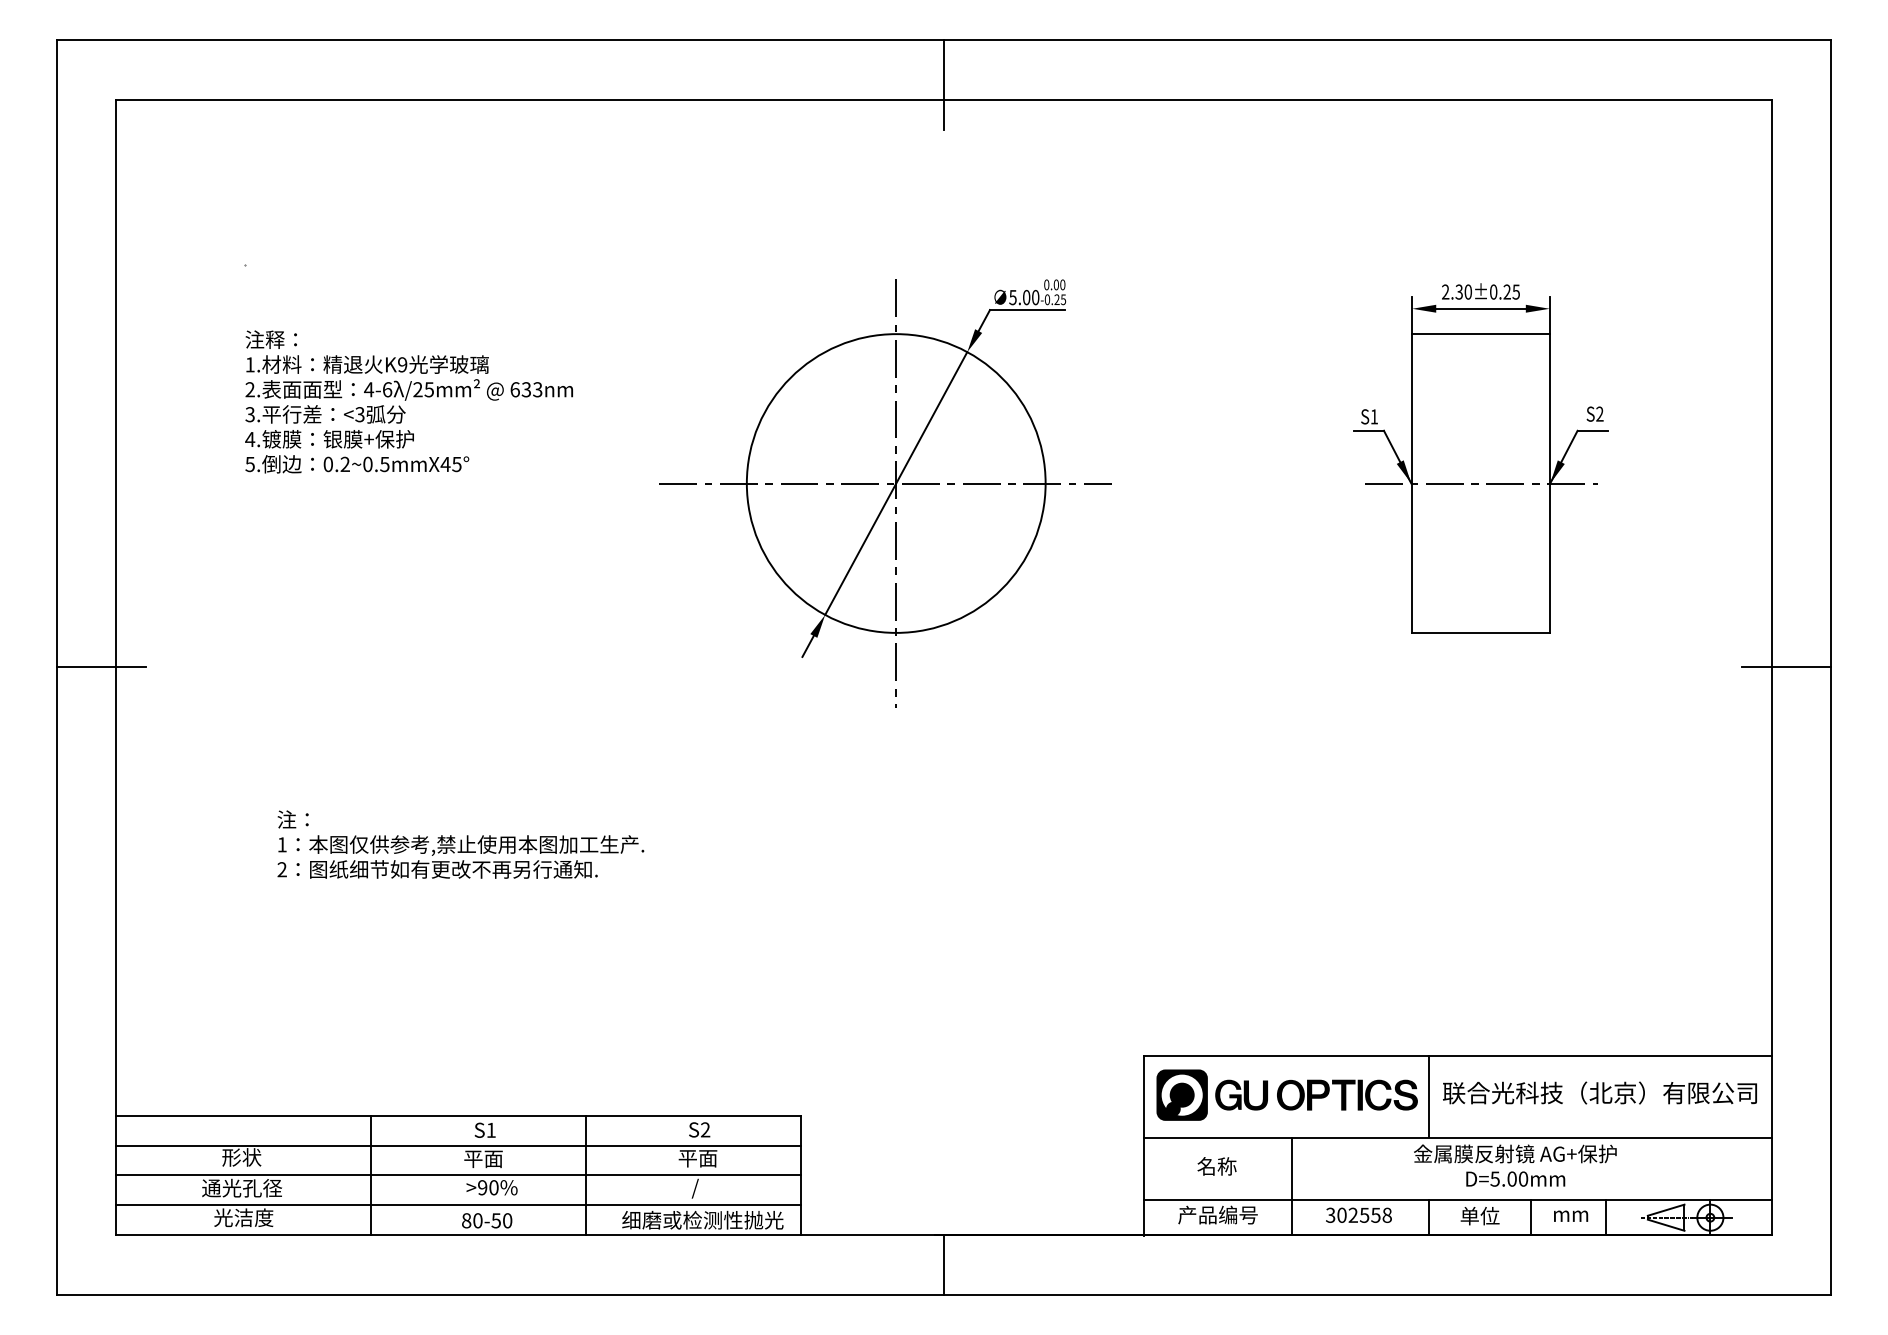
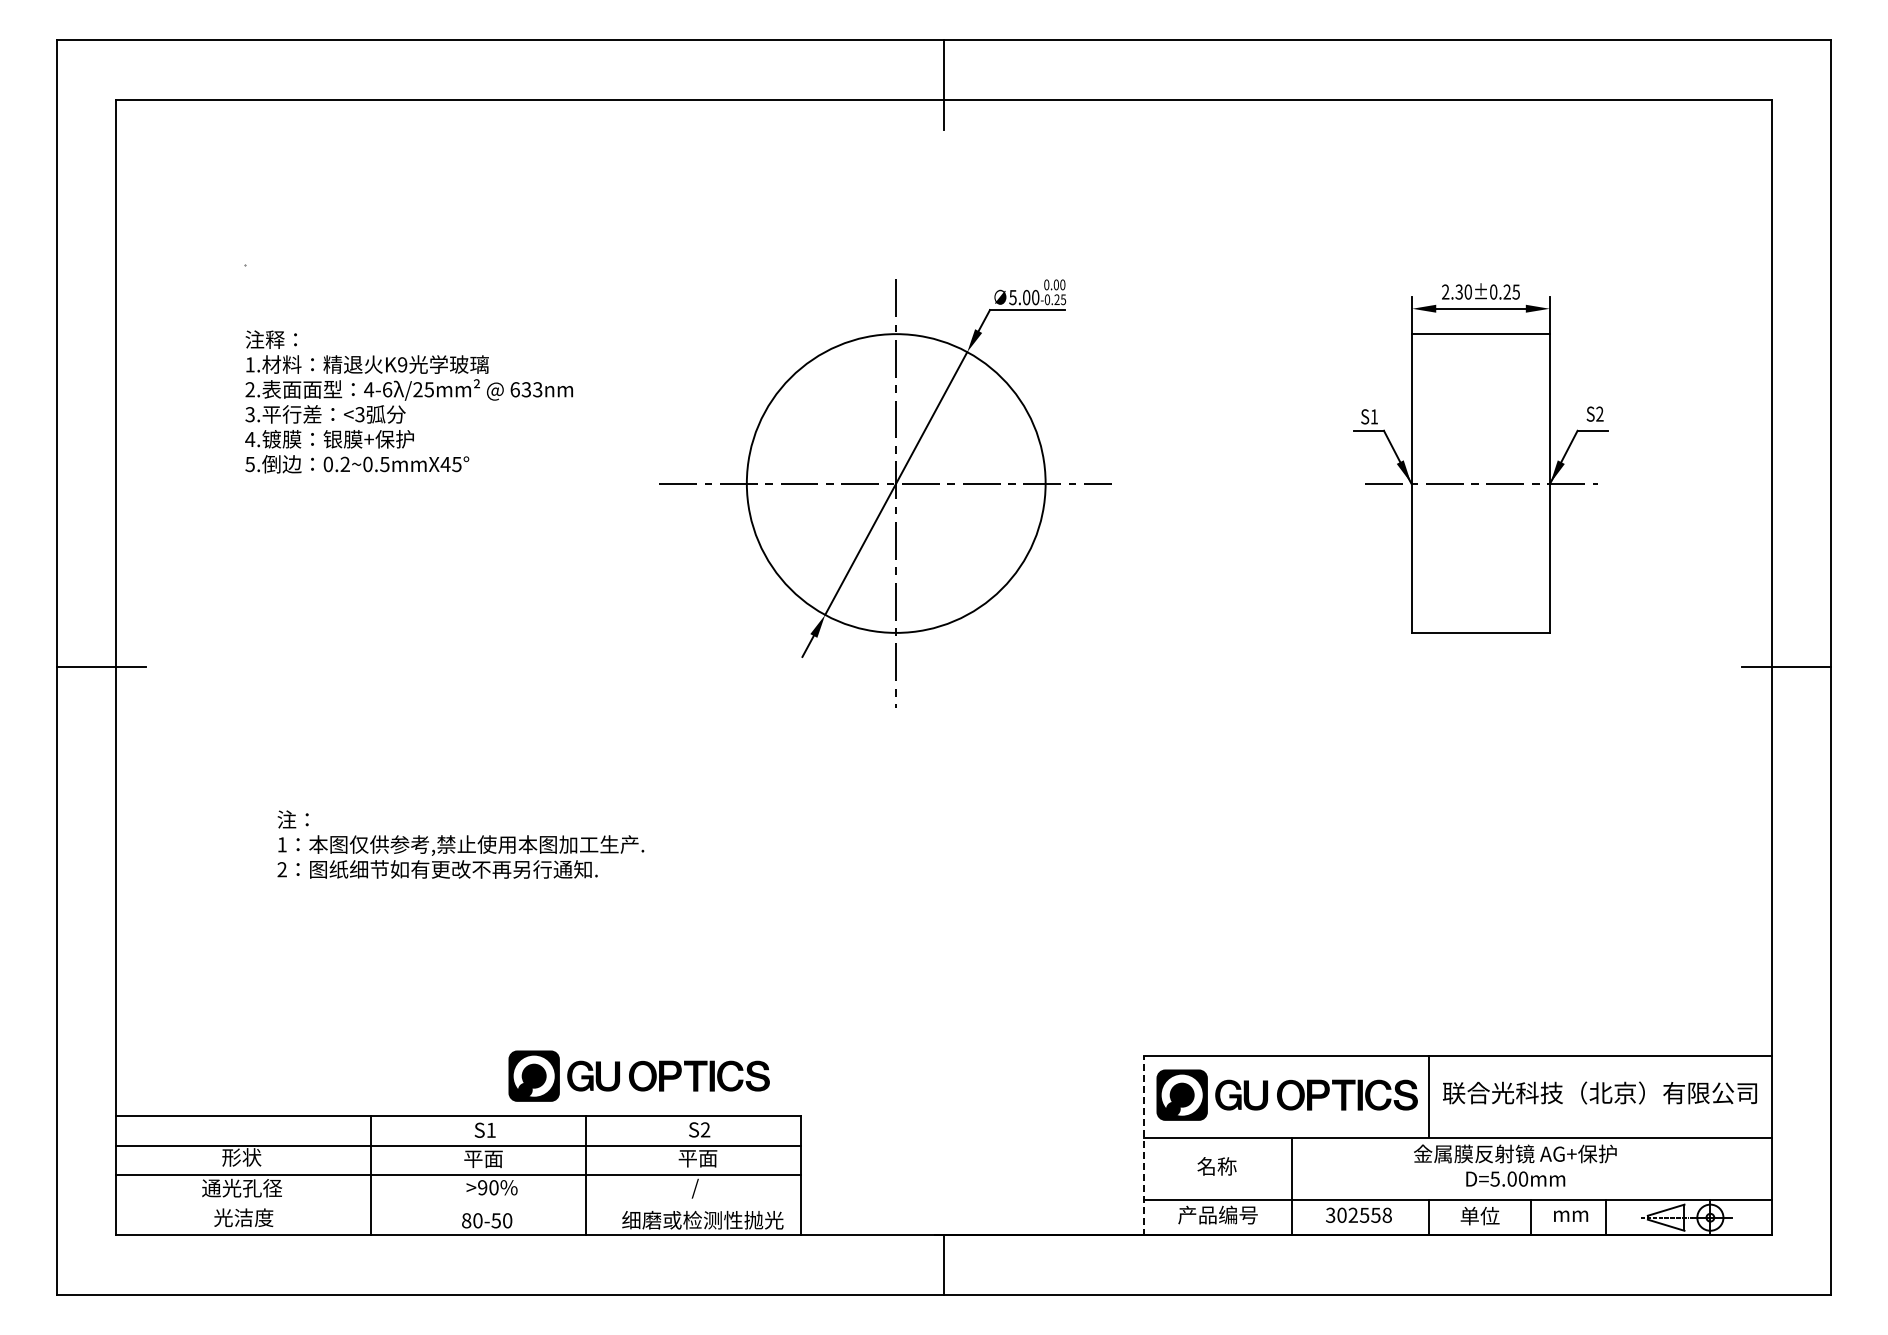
part at (638, 1075): none -> present
line at (1144, 1145): solid -> dashed
line at (458, 1205): present -> none
